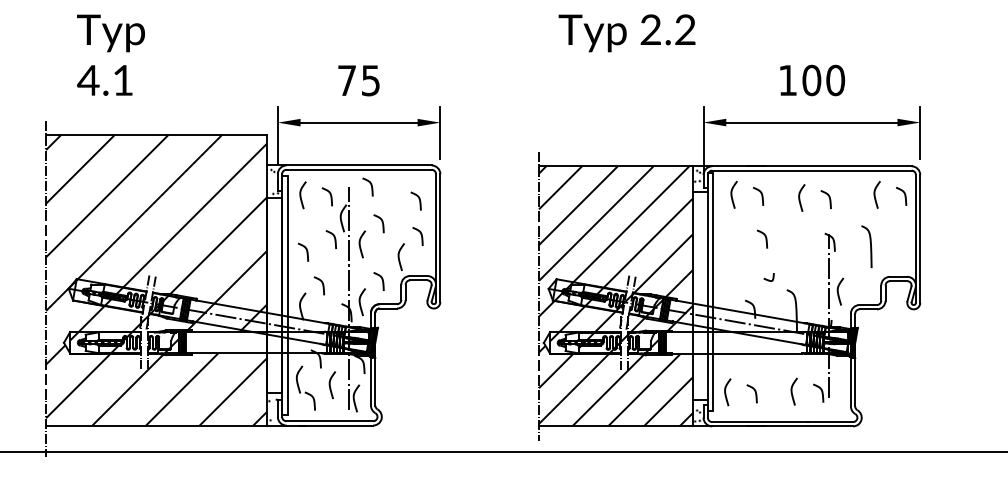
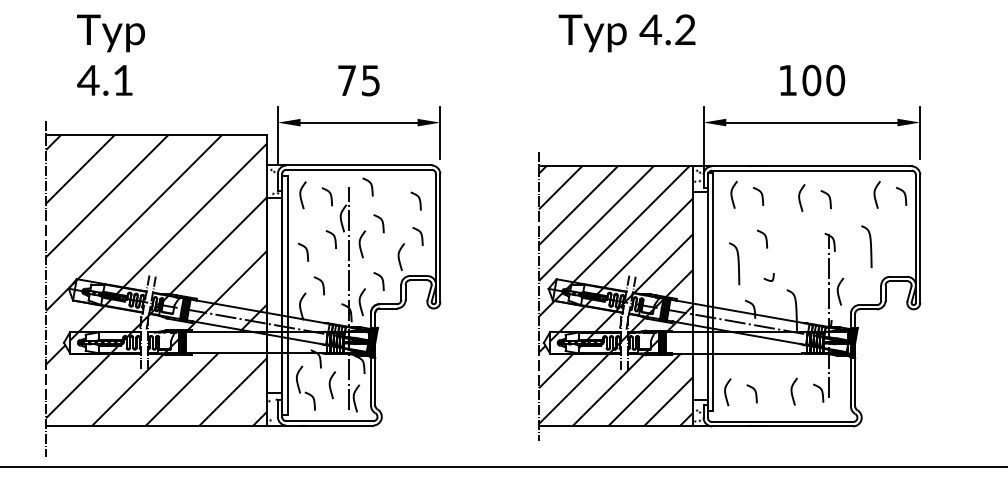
text at (650, 29): 2.2 -> 4.2
curve at (737, 263): none -> present
line at (503, 451) position: (503, 451) -> (503, 466)
